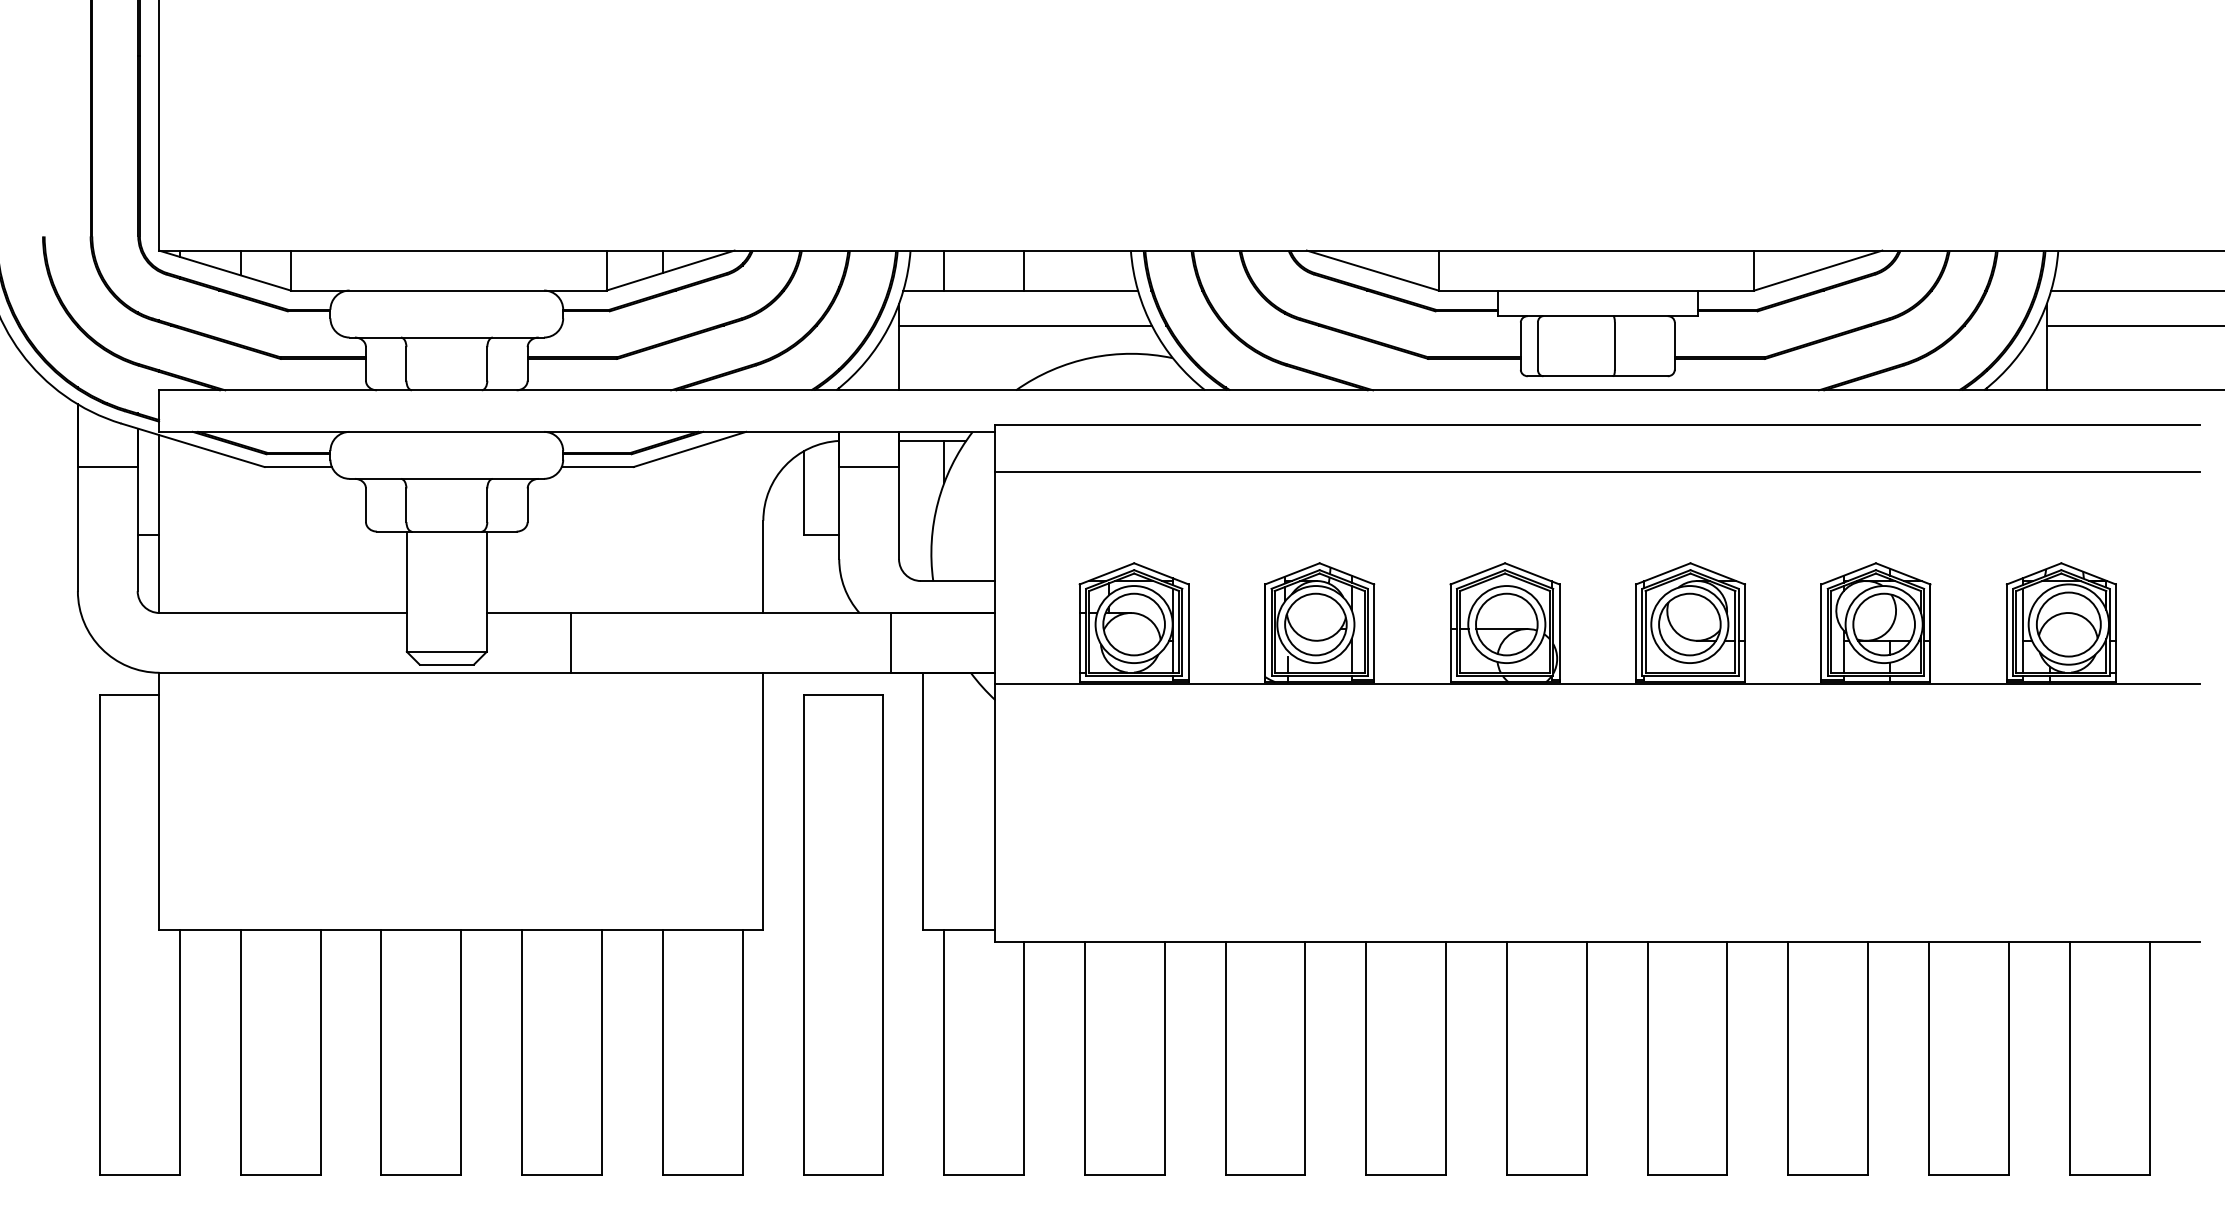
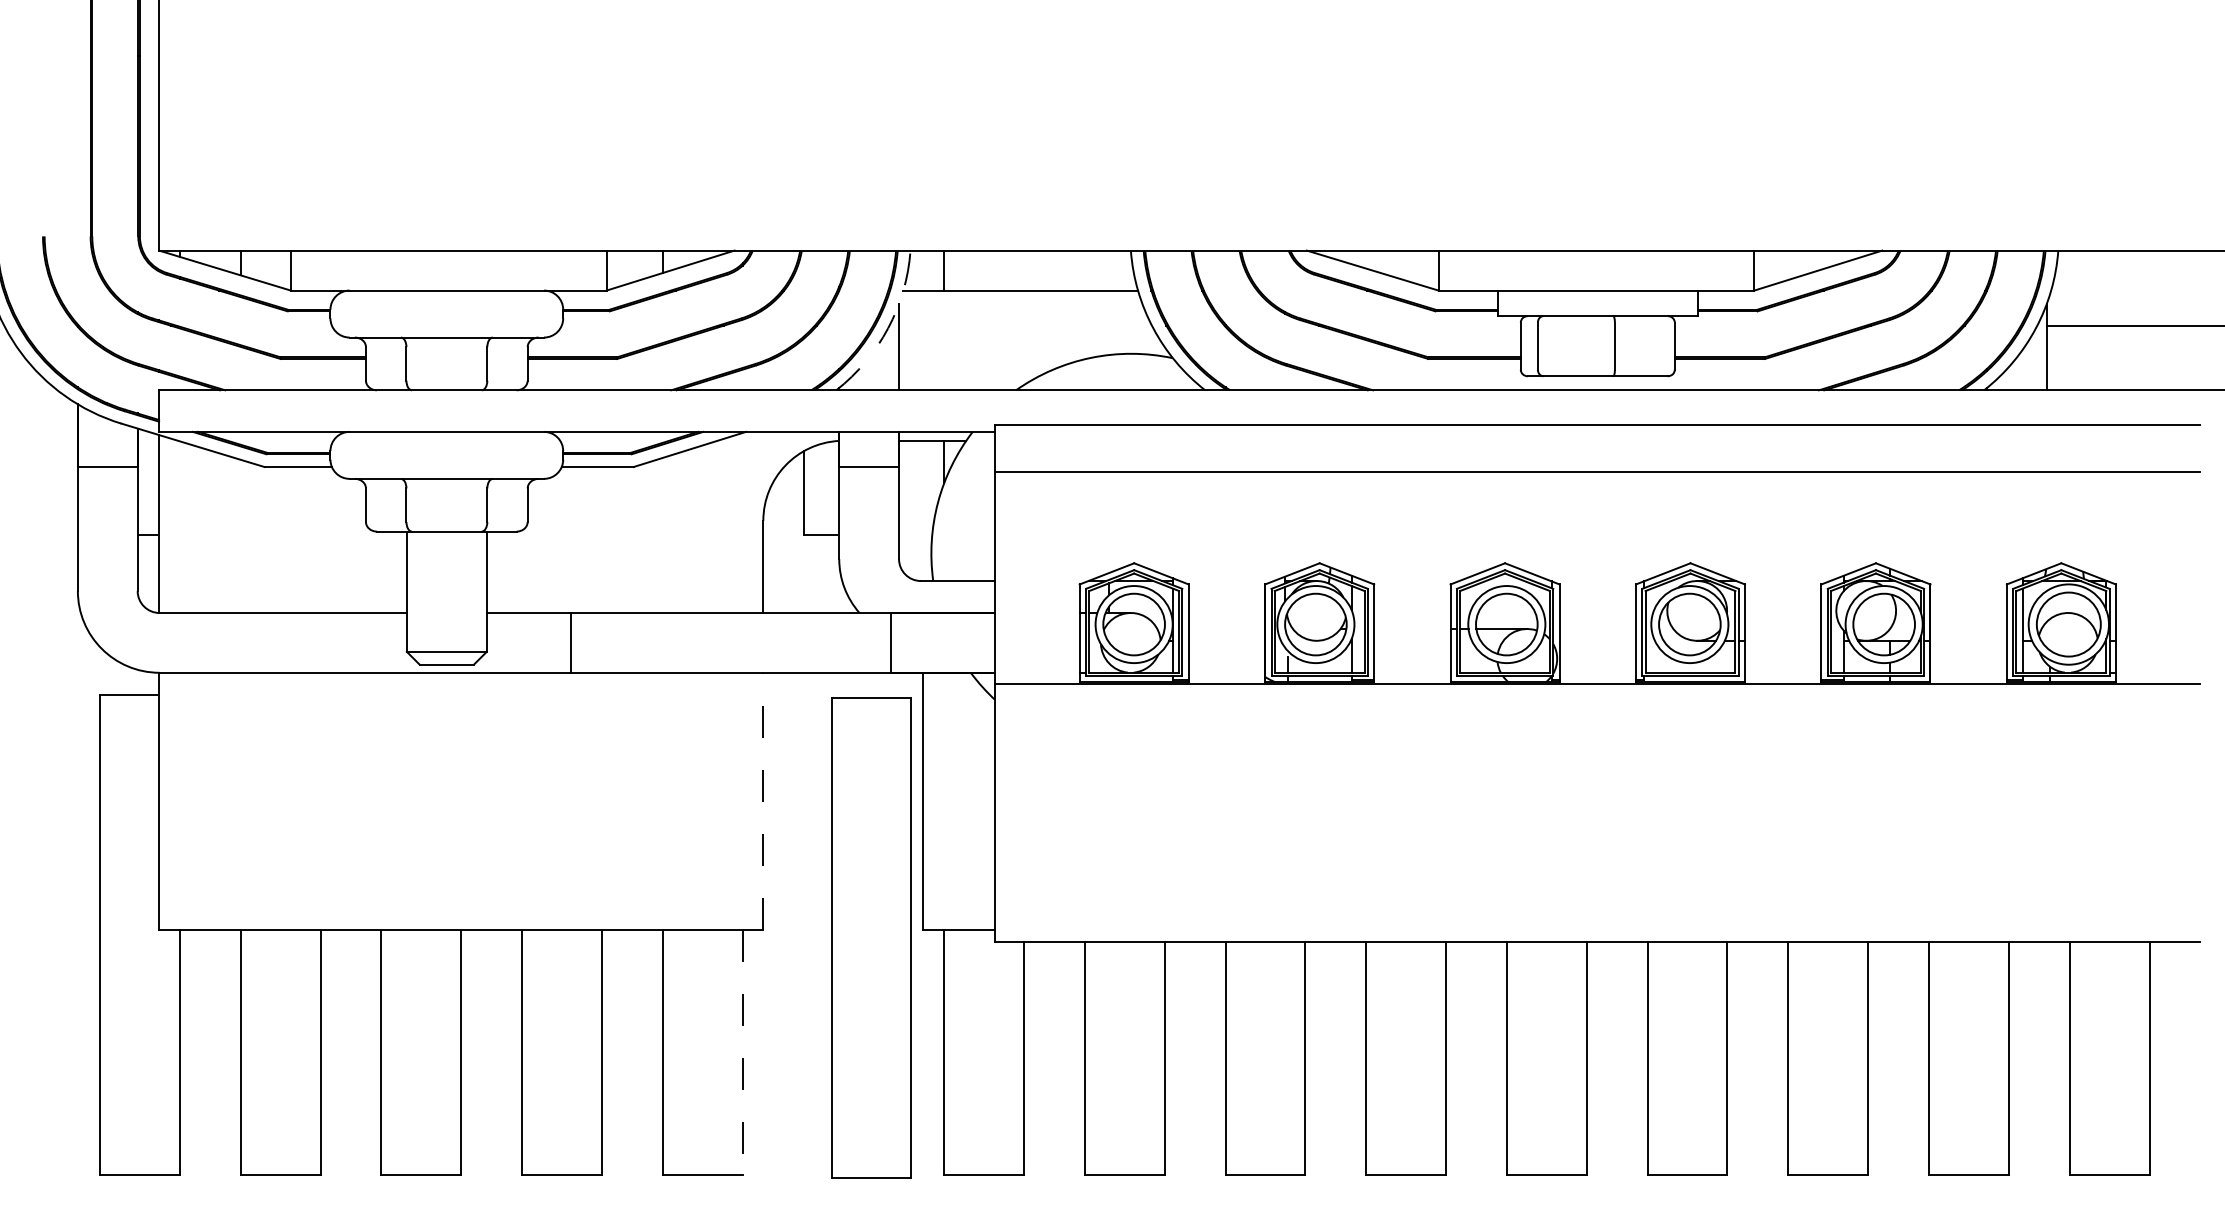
line at (1024, 270): present -> none
line at (2136, 290): present -> none
line at (1025, 325): present -> none
arc at (888, 328): solid -> dashed
line at (763, 801): solid -> dashed
part at (843, 934) position: (843, 934) -> (871, 937)
line at (742, 1052): solid -> dashed
